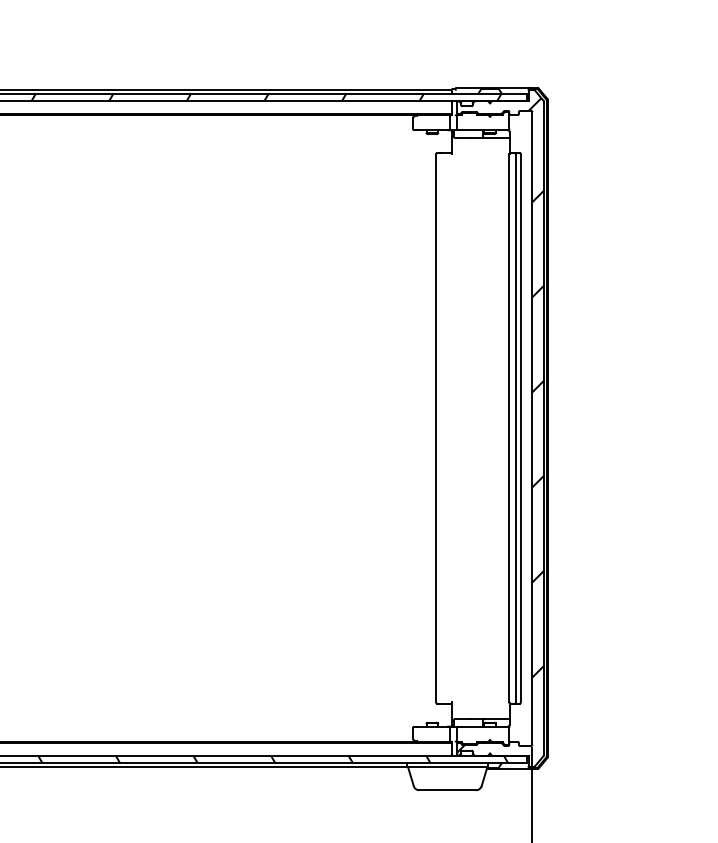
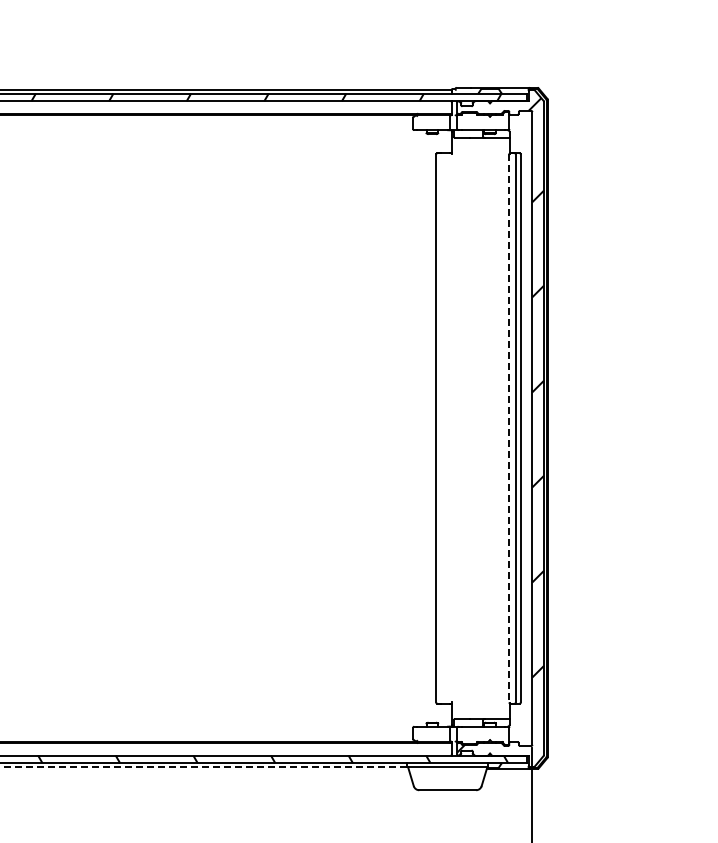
line at (509, 428): solid -> dashed
line at (204, 767): solid -> dashed
